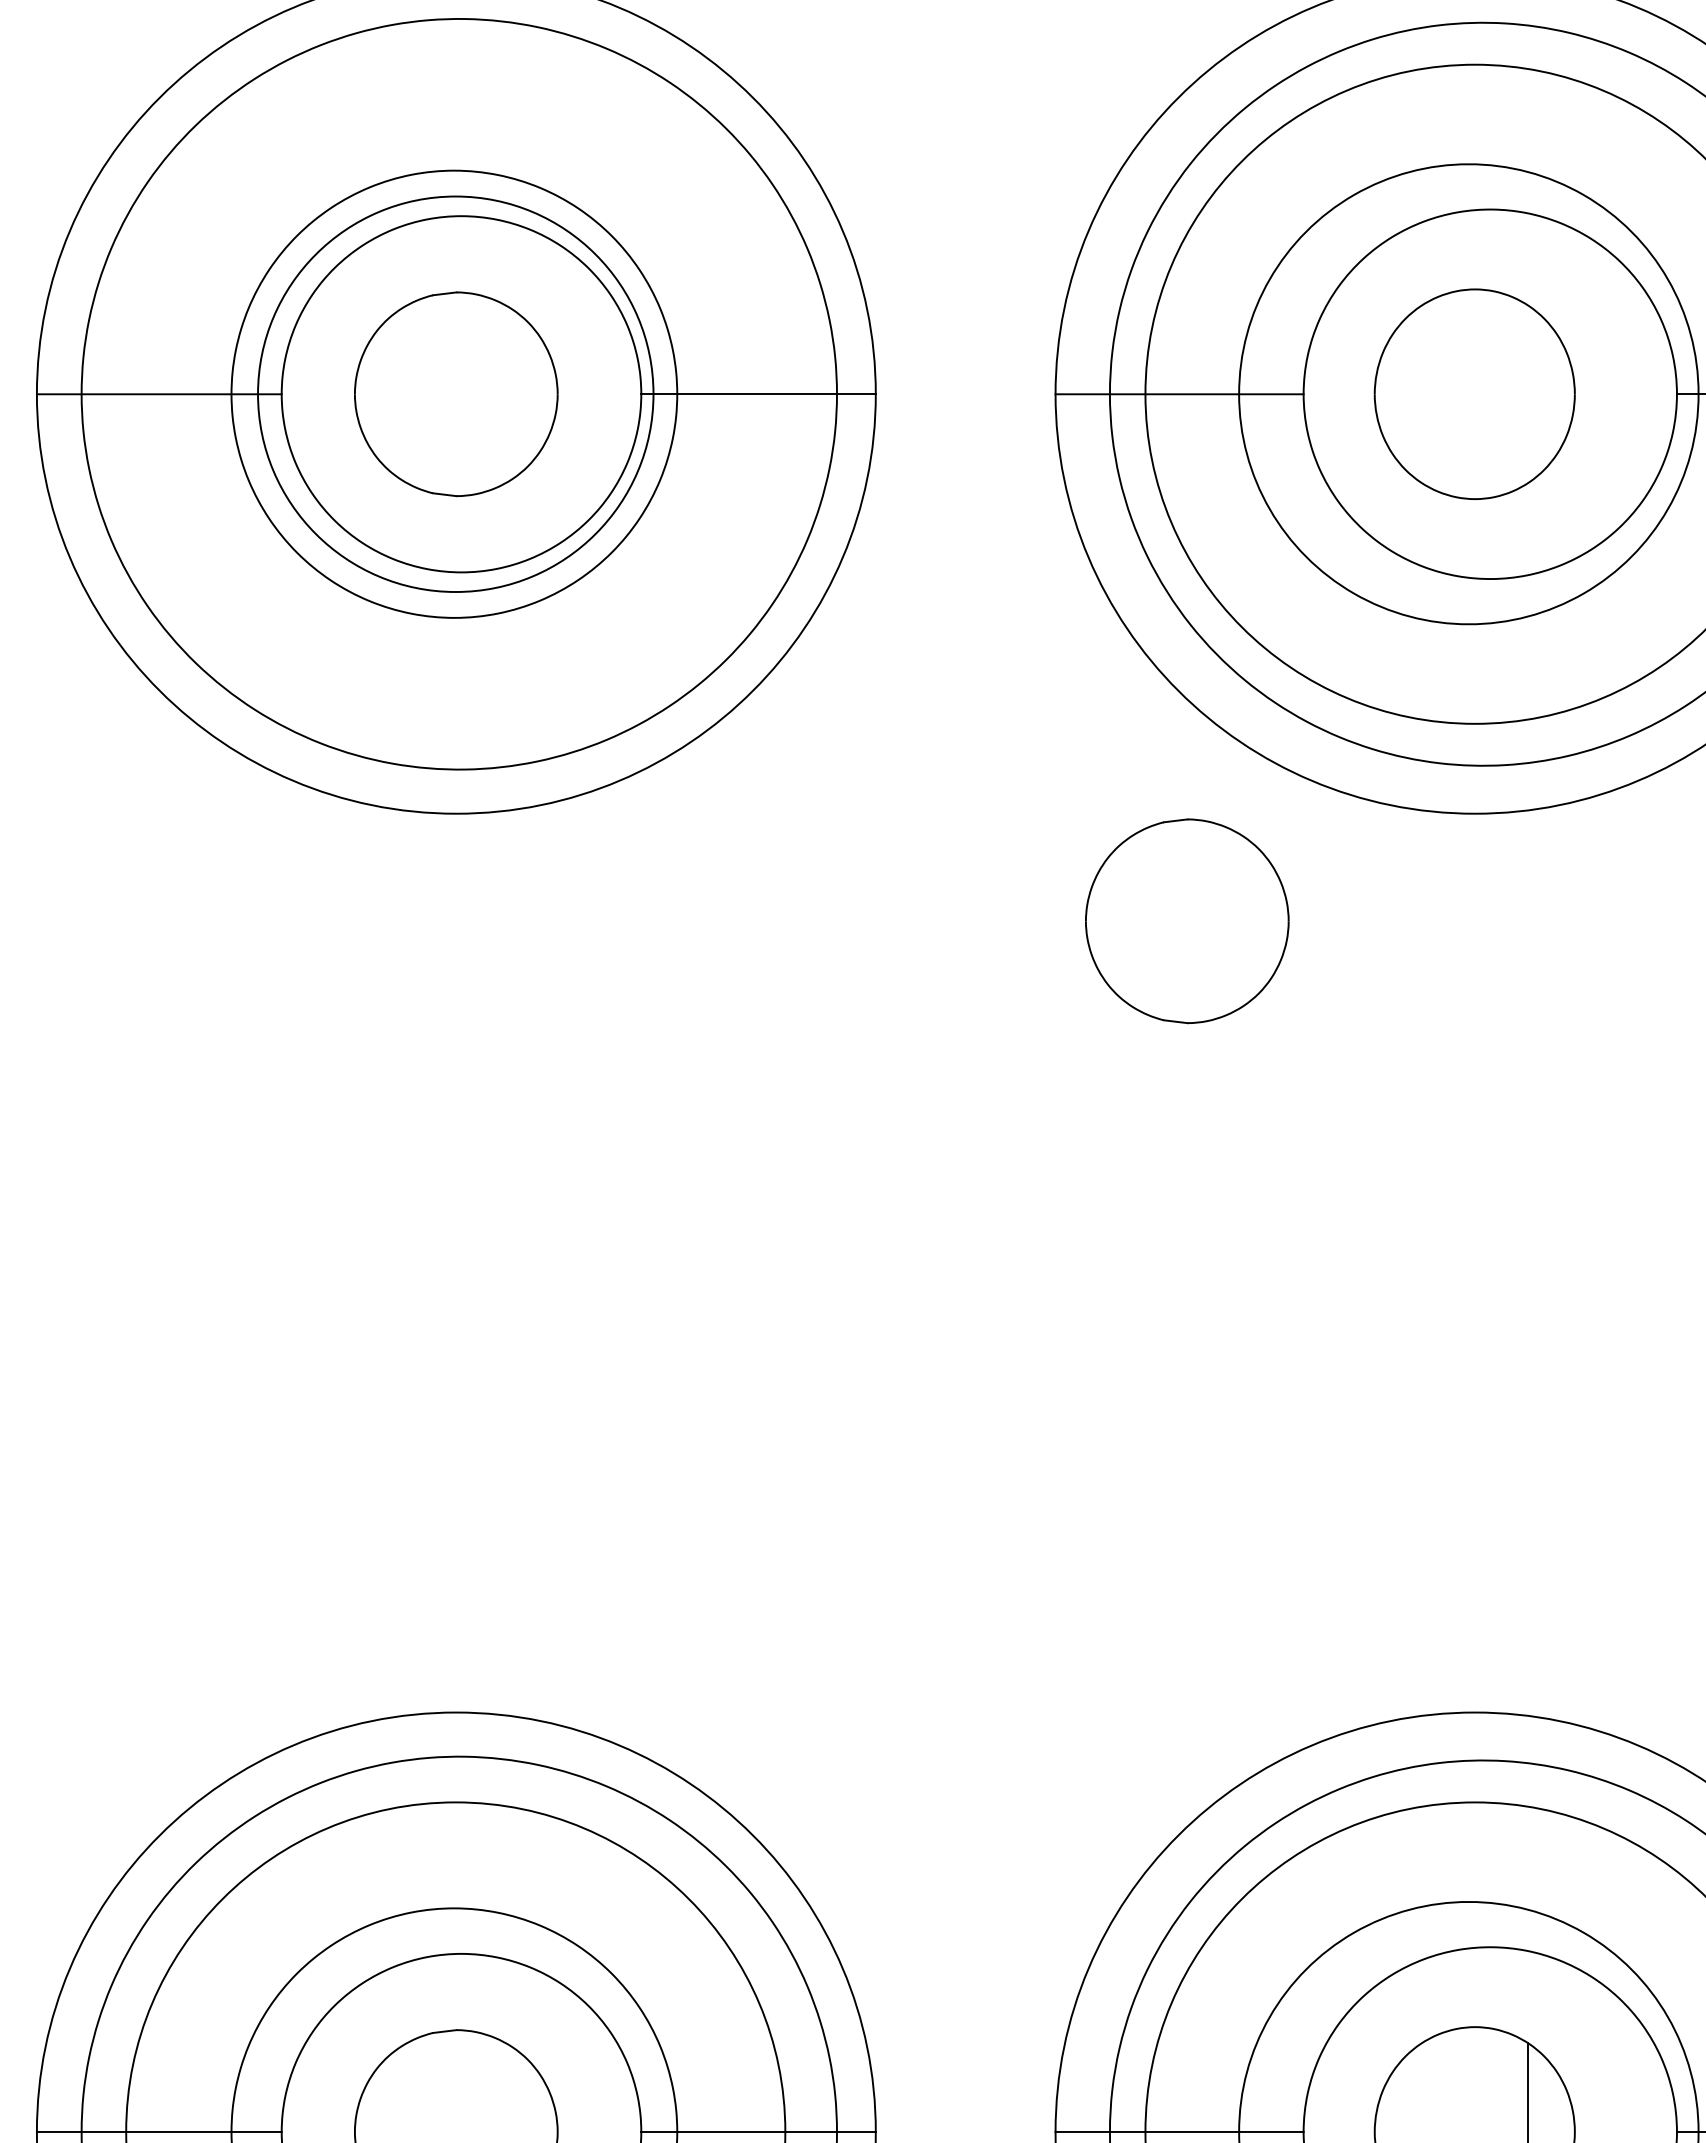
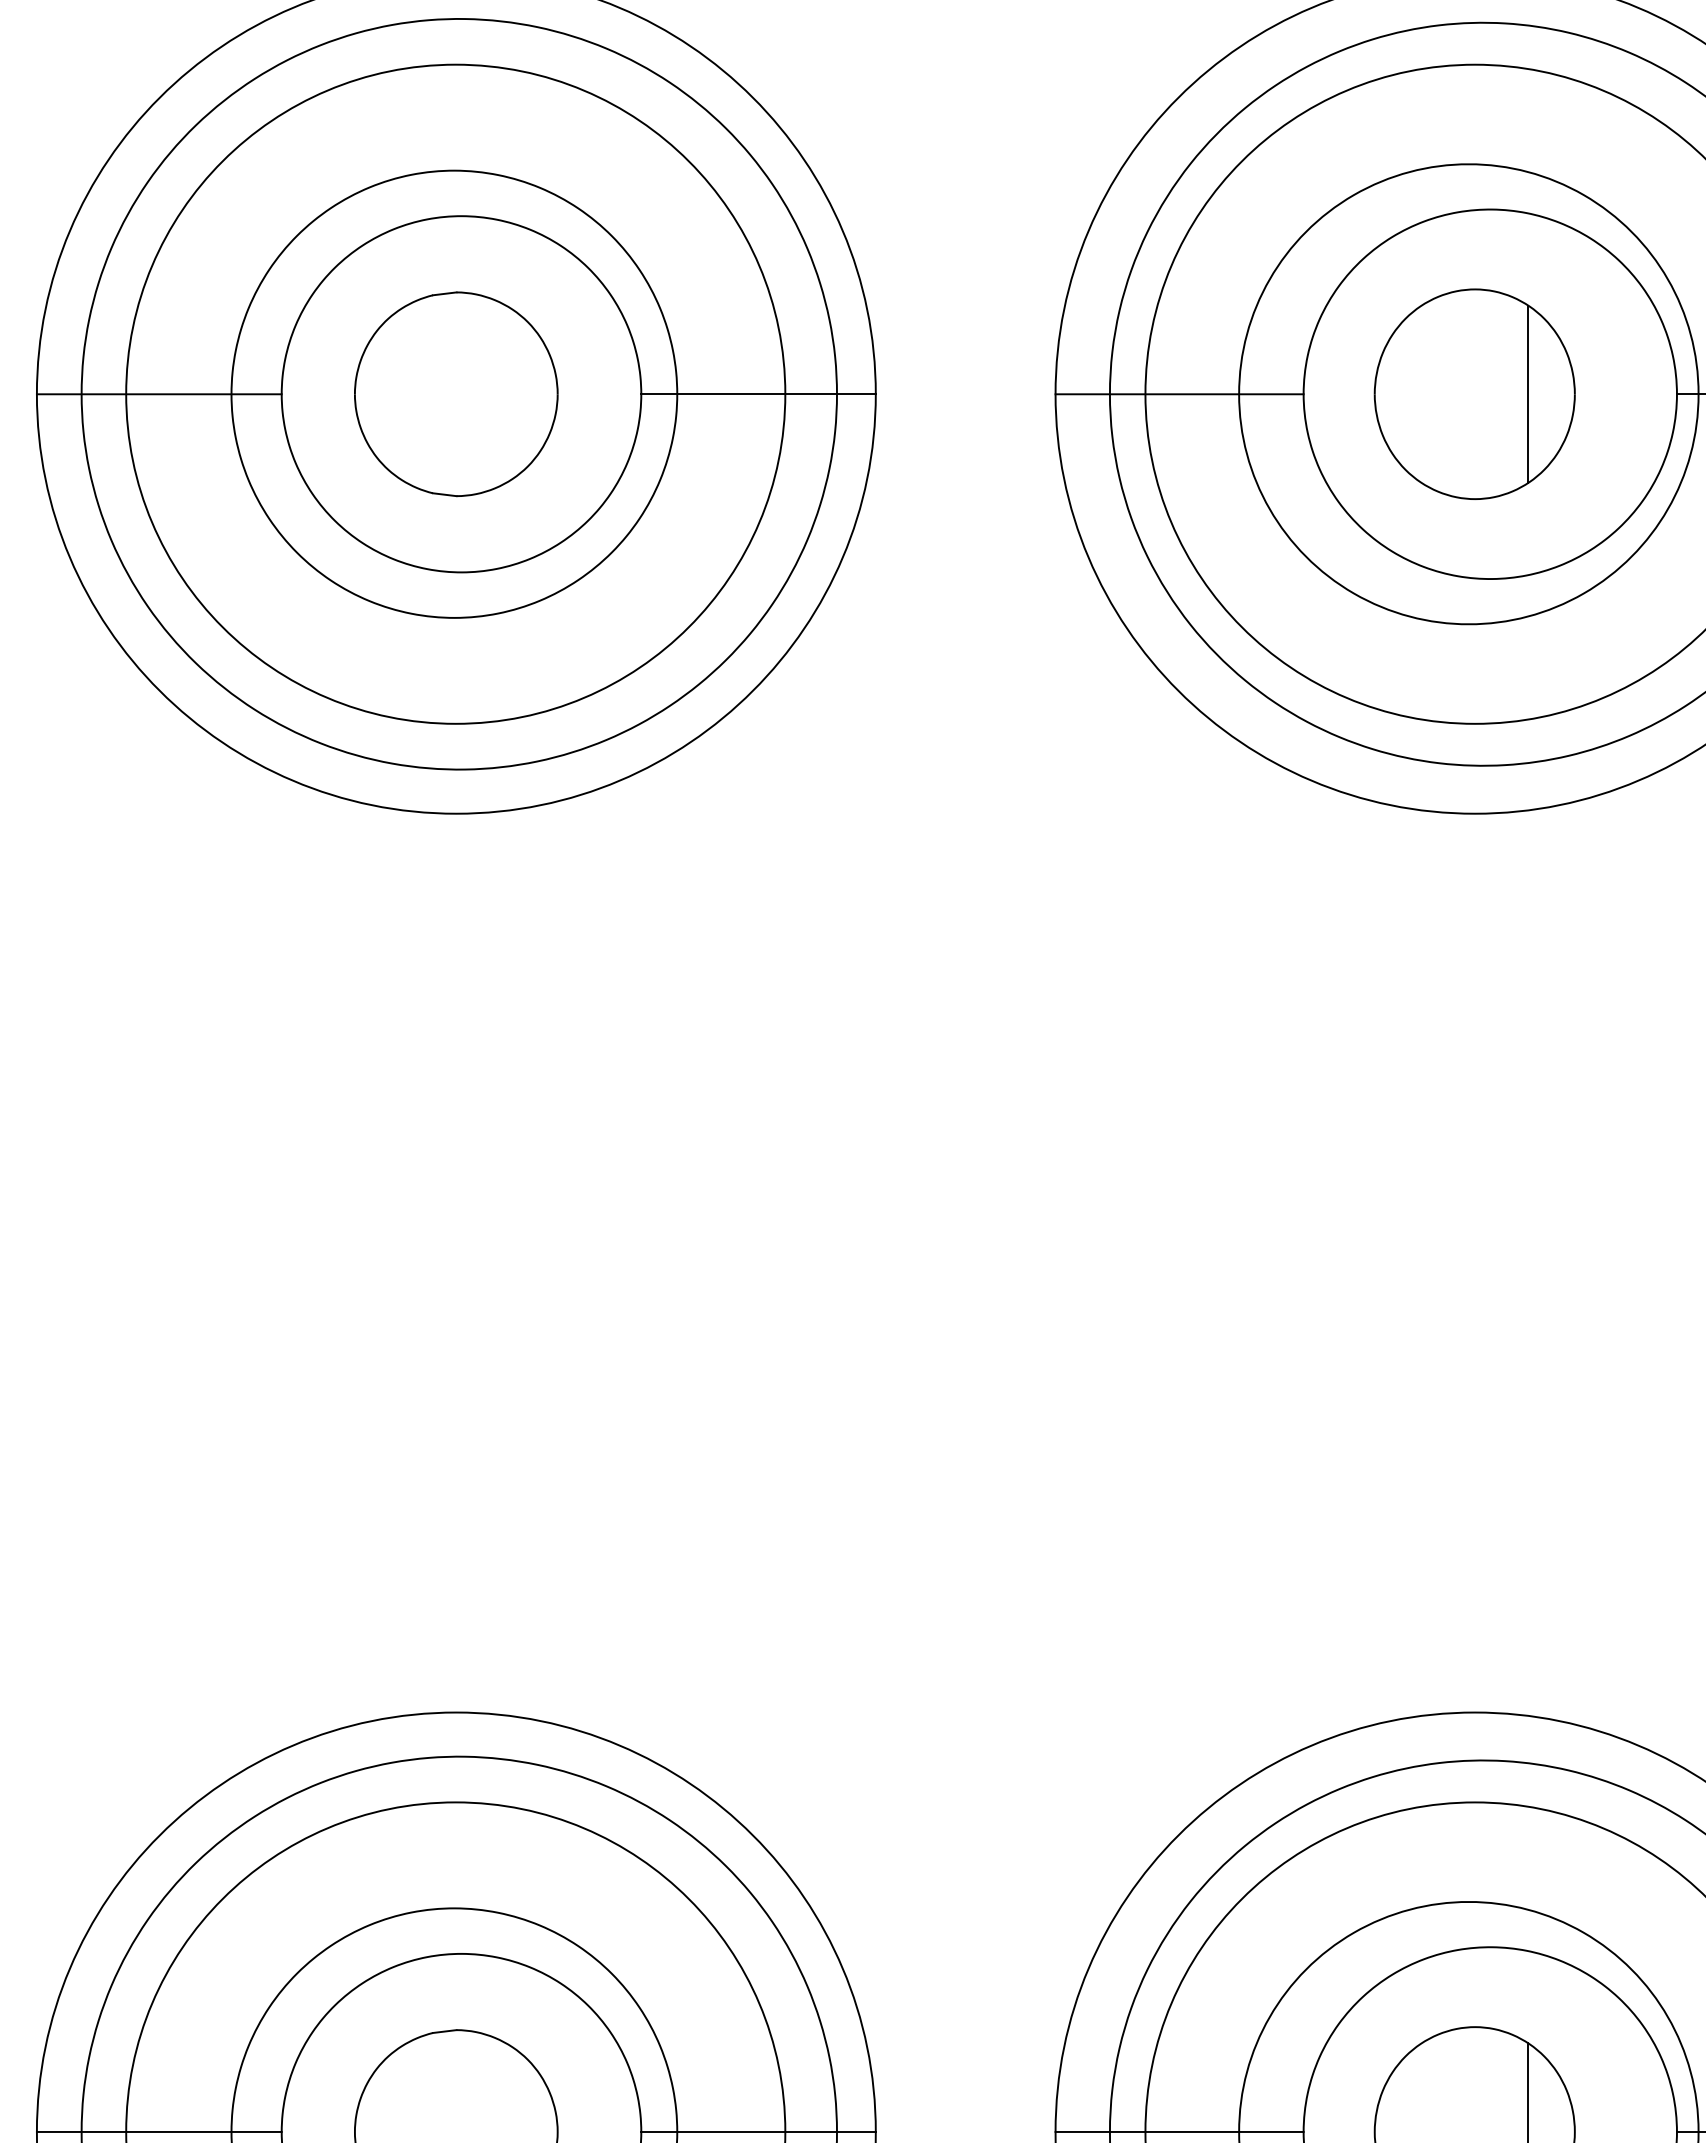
line at (1528, 393): none -> present
circle at (455, 394) diameter: 395 px -> 659 px
part at (1187, 921): present -> none
